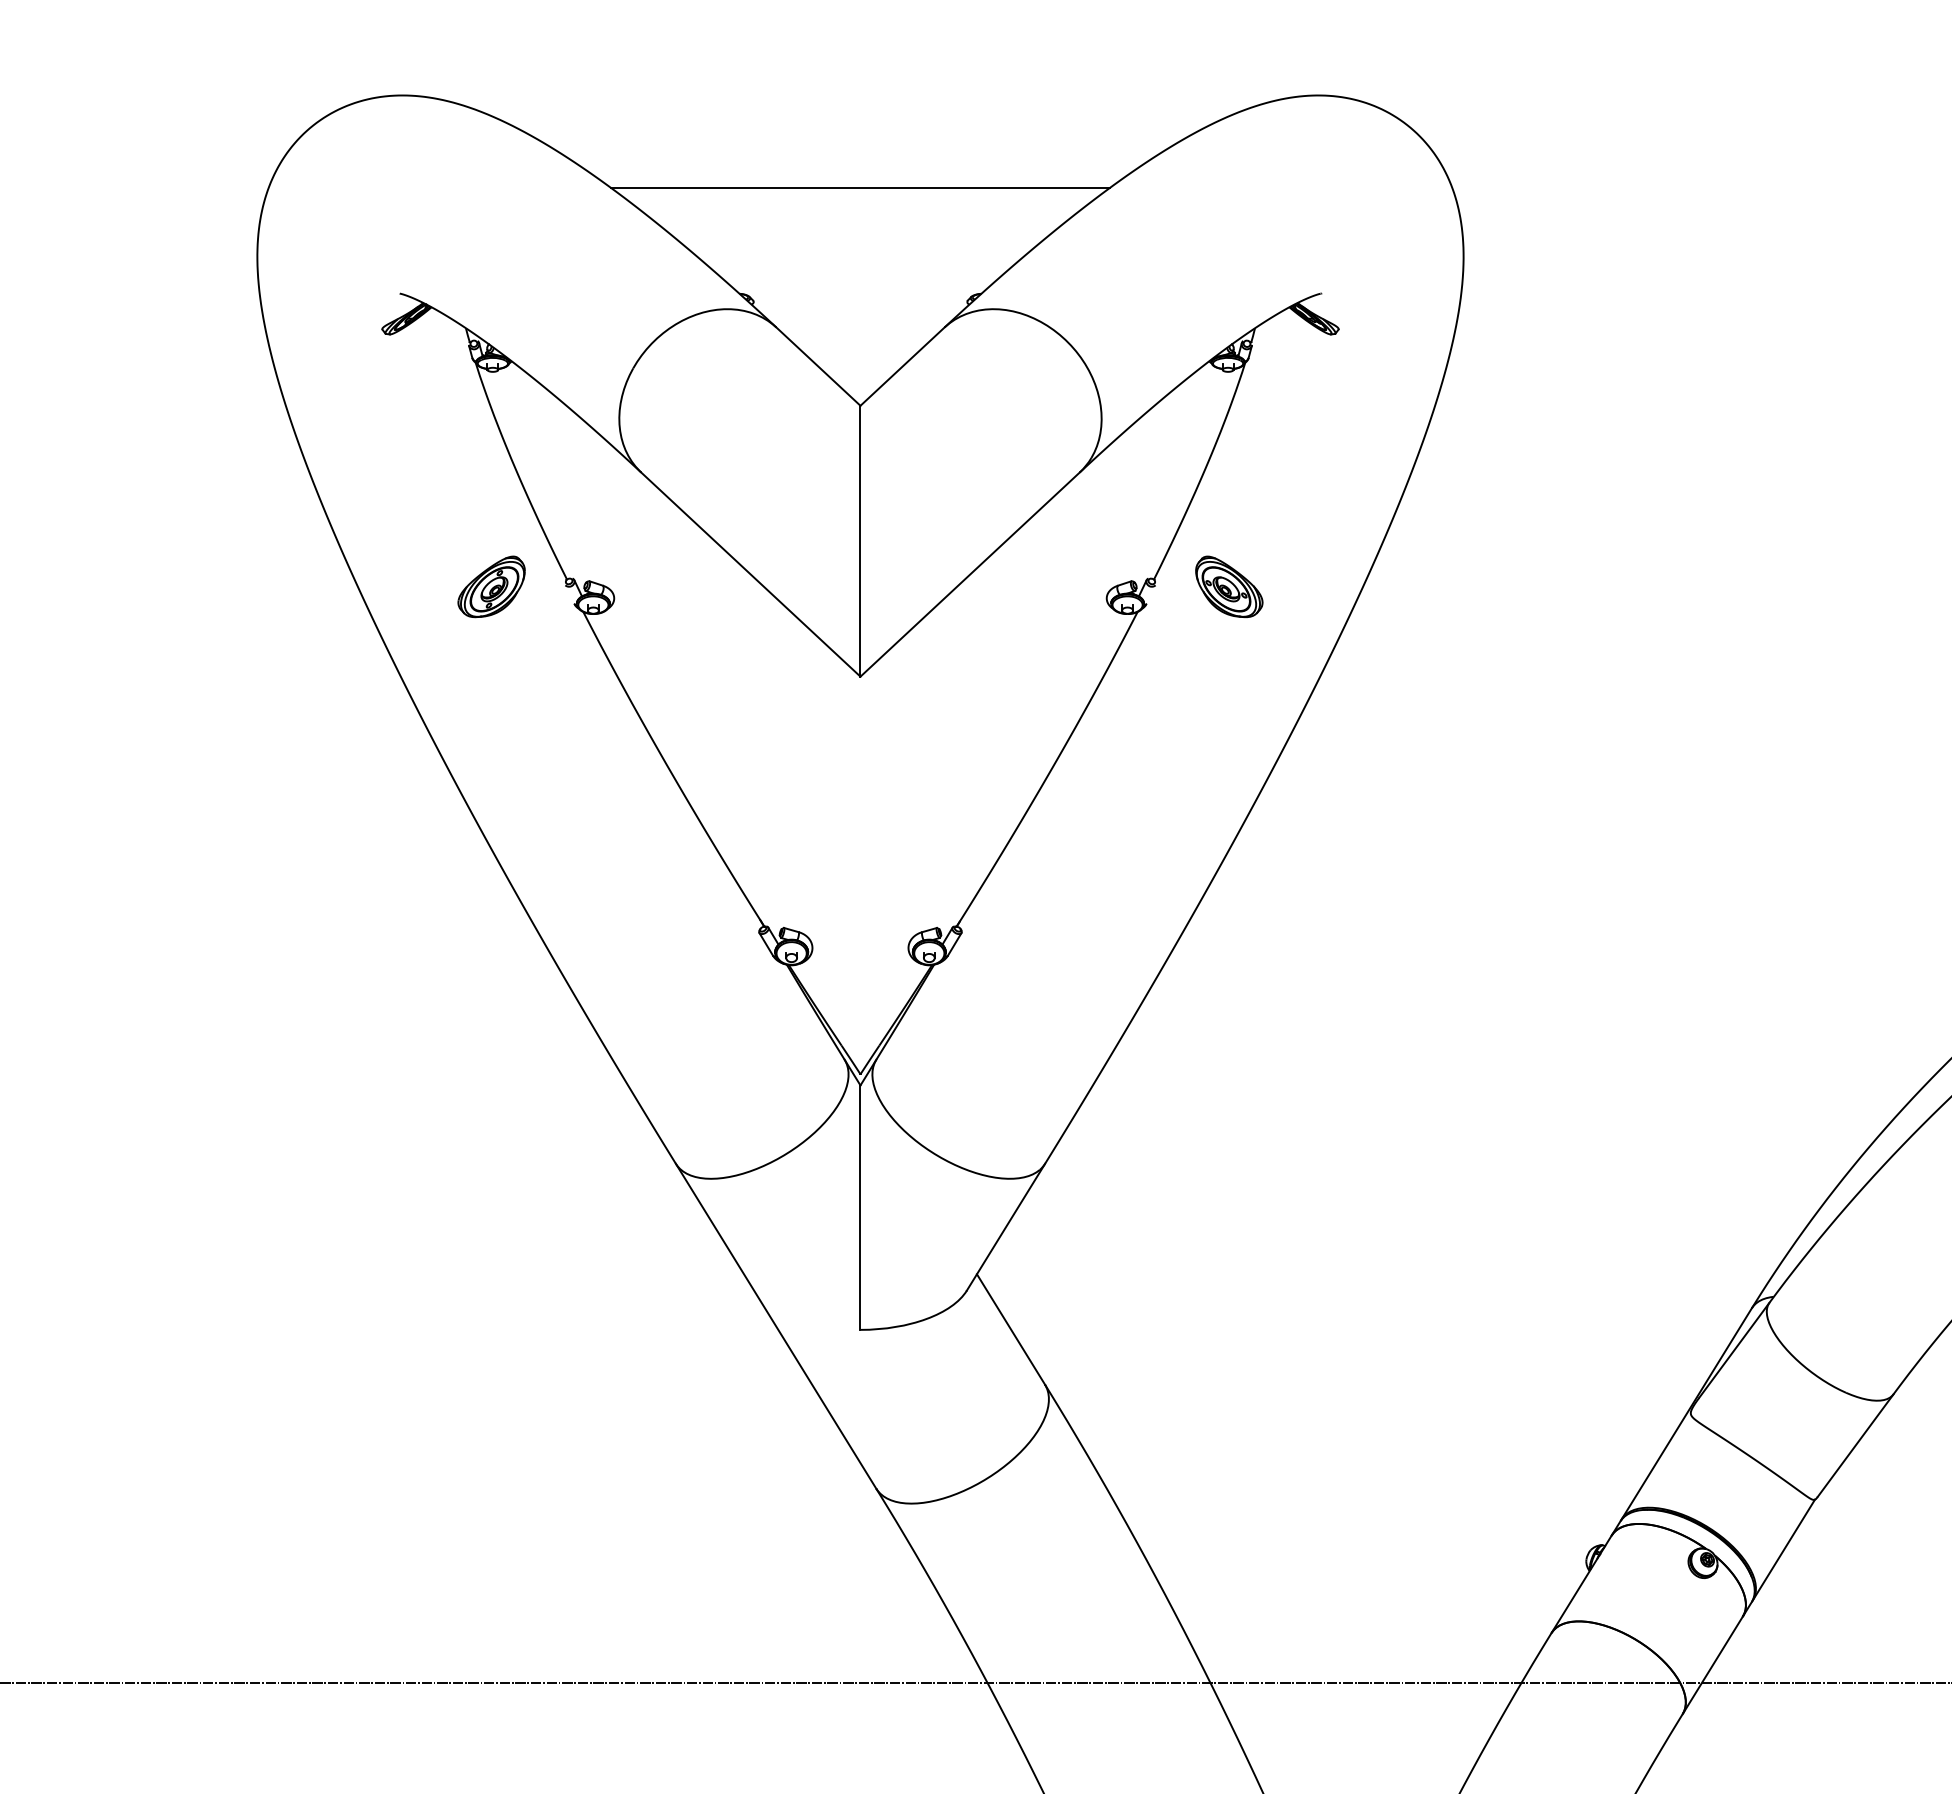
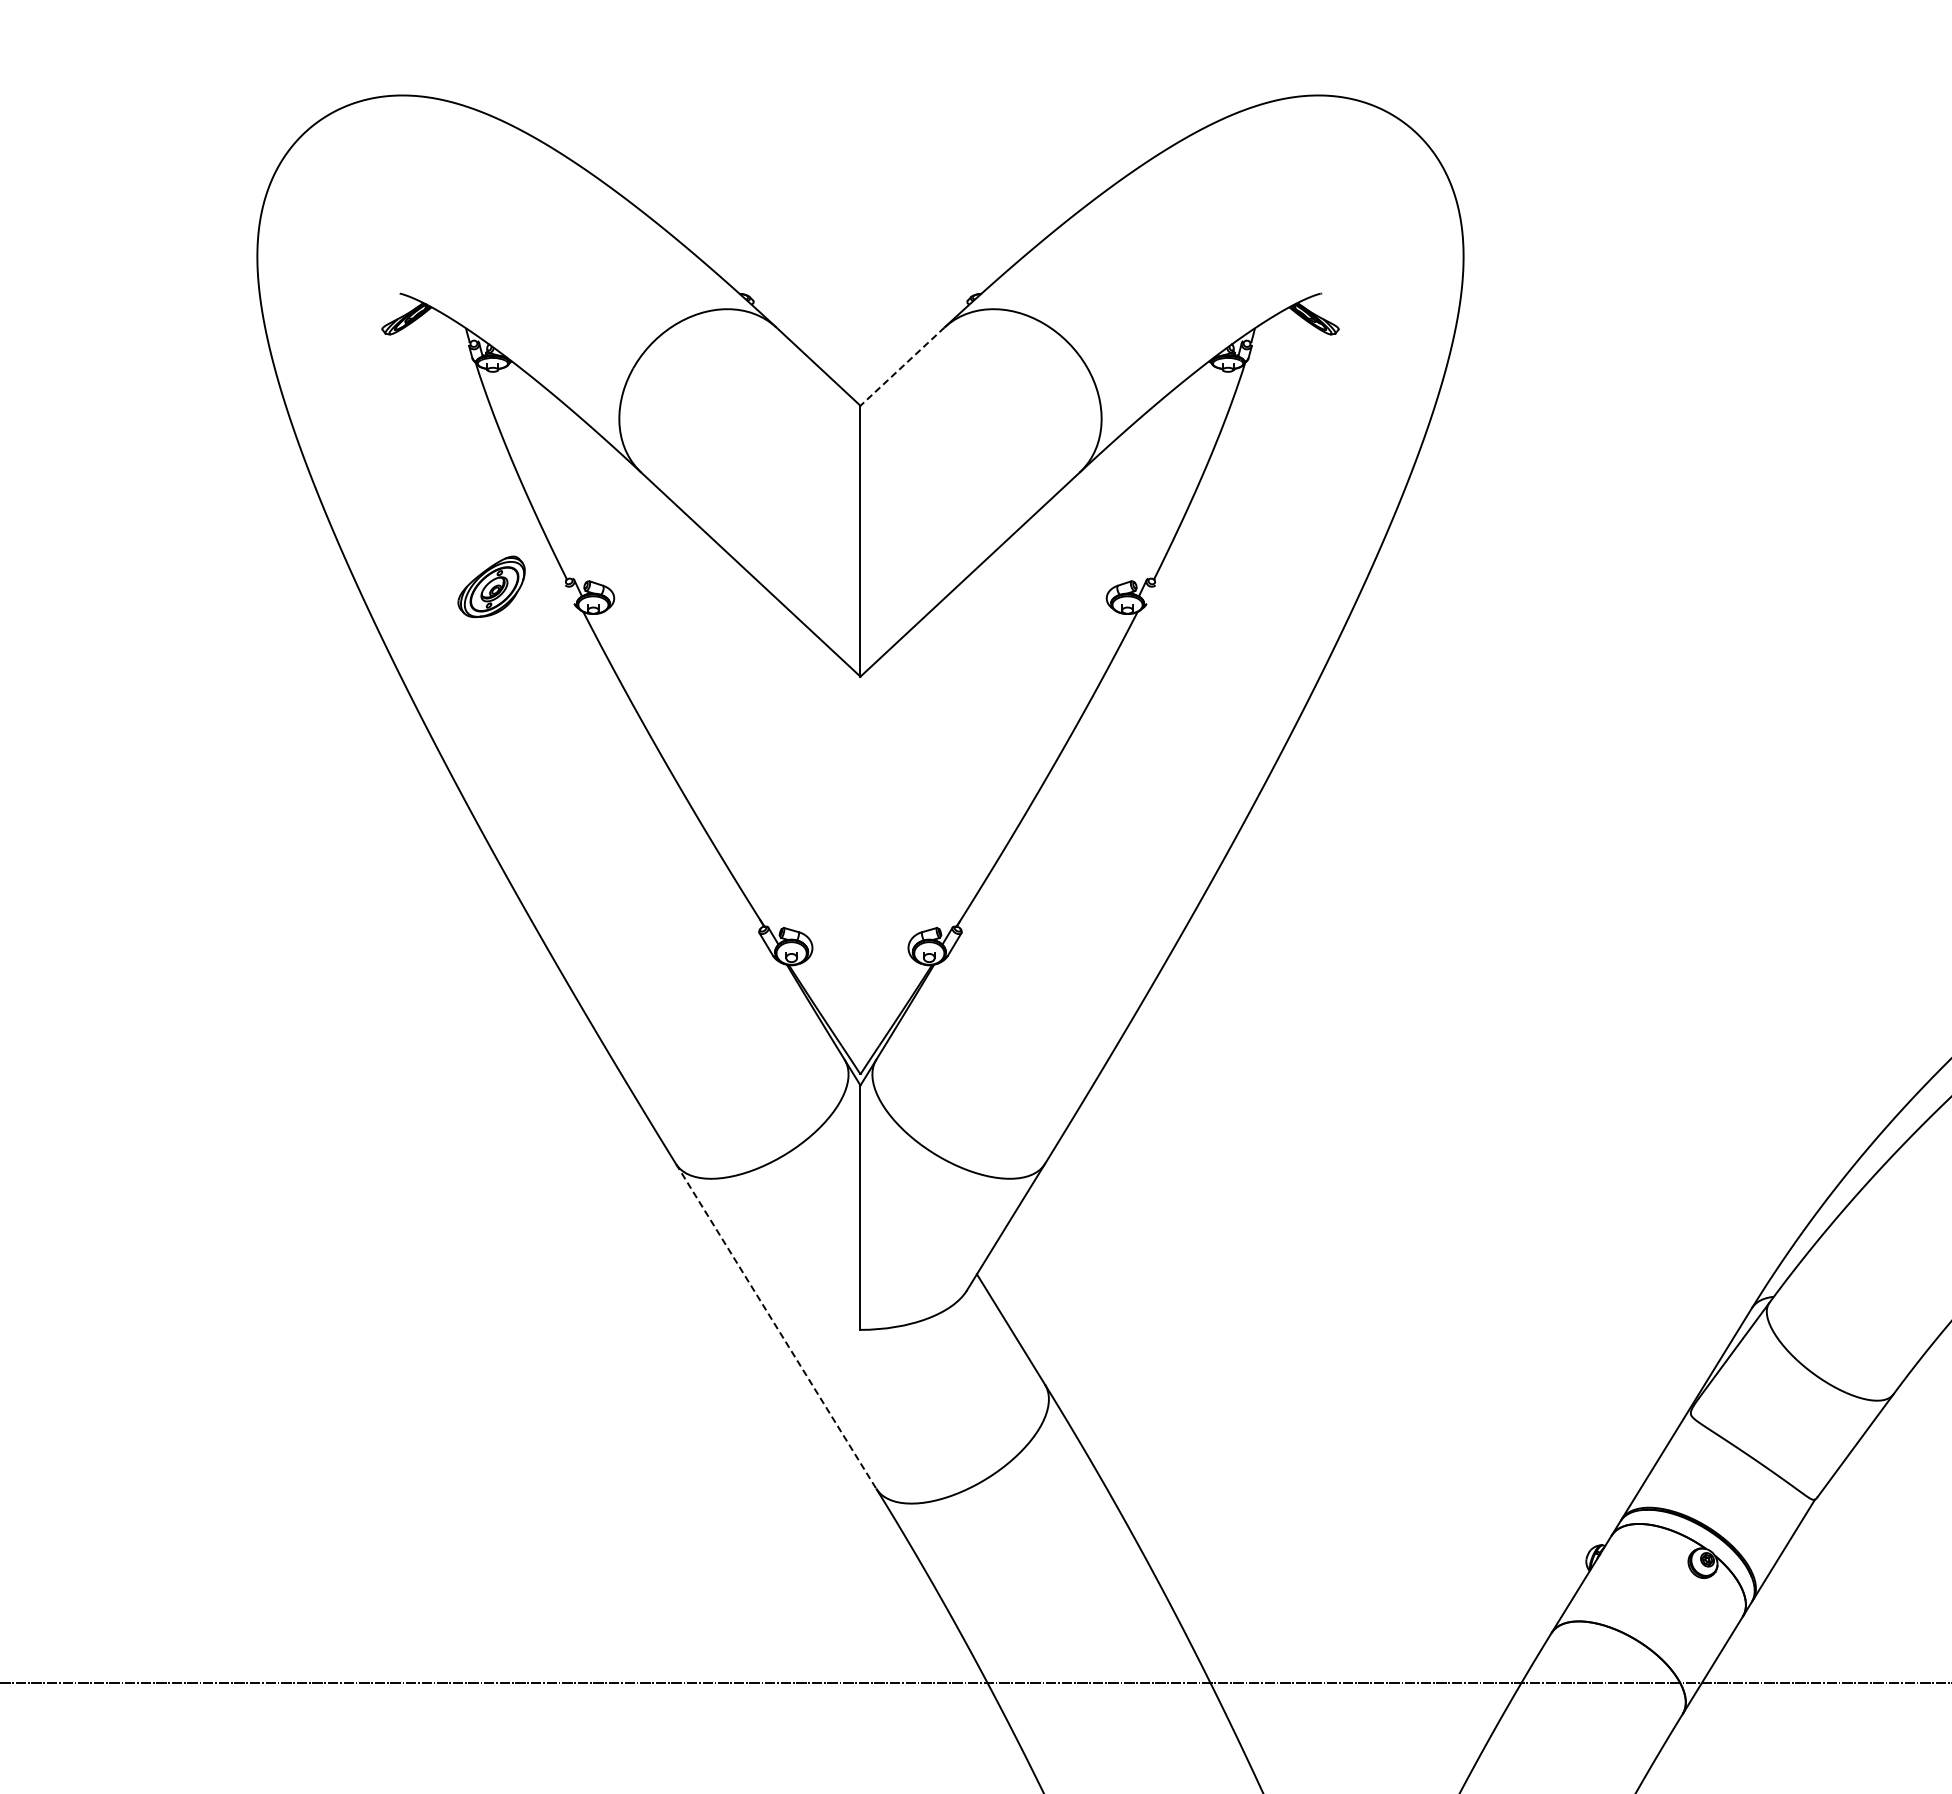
line at (859, 187): present -> none
line at (902, 366): solid -> dashed
part at (1229, 586): present -> none
line at (776, 1326): solid -> dashed
